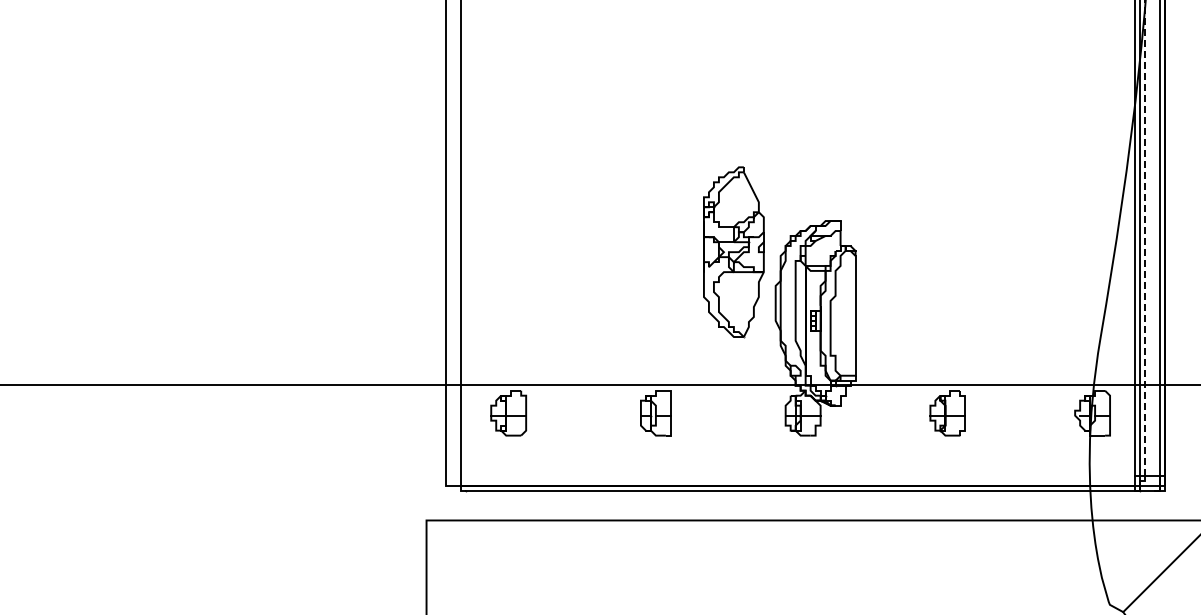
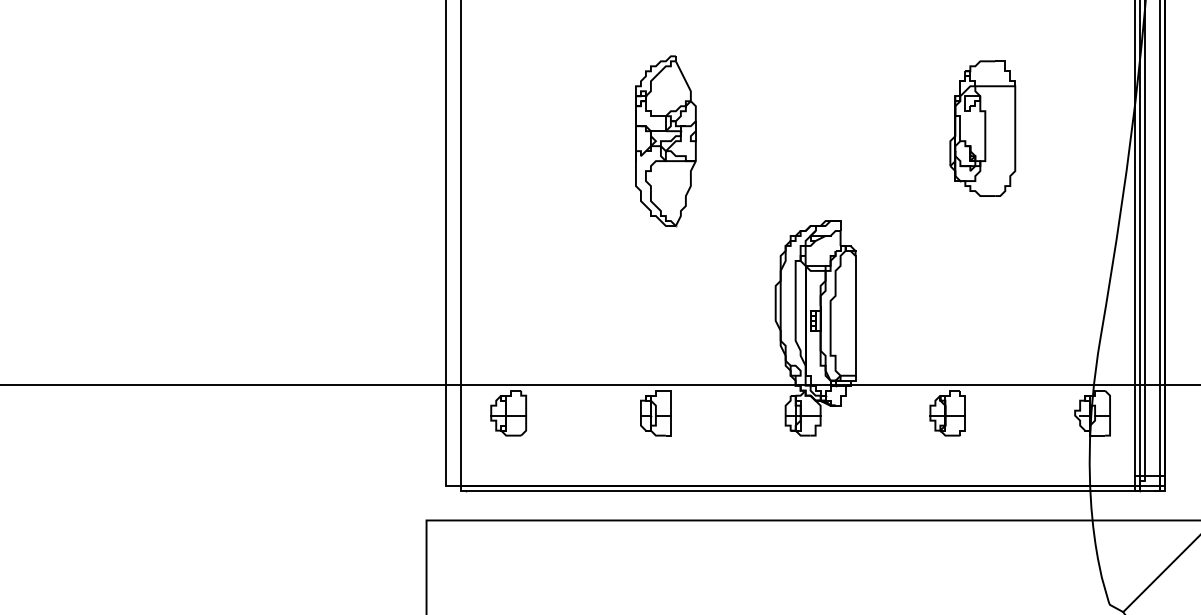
part at (982, 128): none -> present
line at (1145, 237): dashed -> solid
part at (733, 252) position: (733, 252) -> (665, 141)
